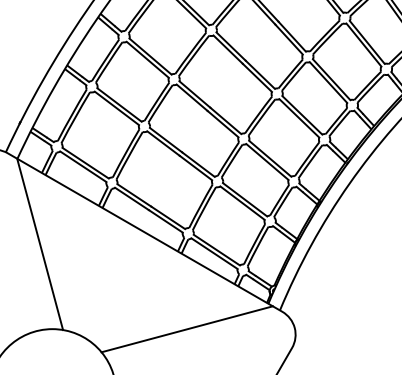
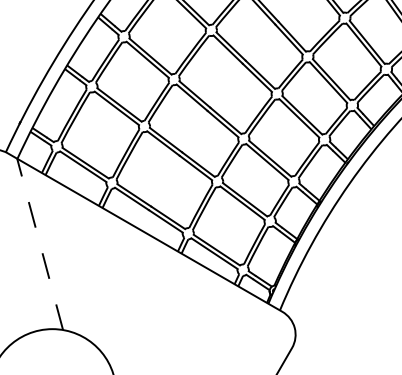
line at (40, 244): solid -> dashed
line at (186, 329): present -> none
